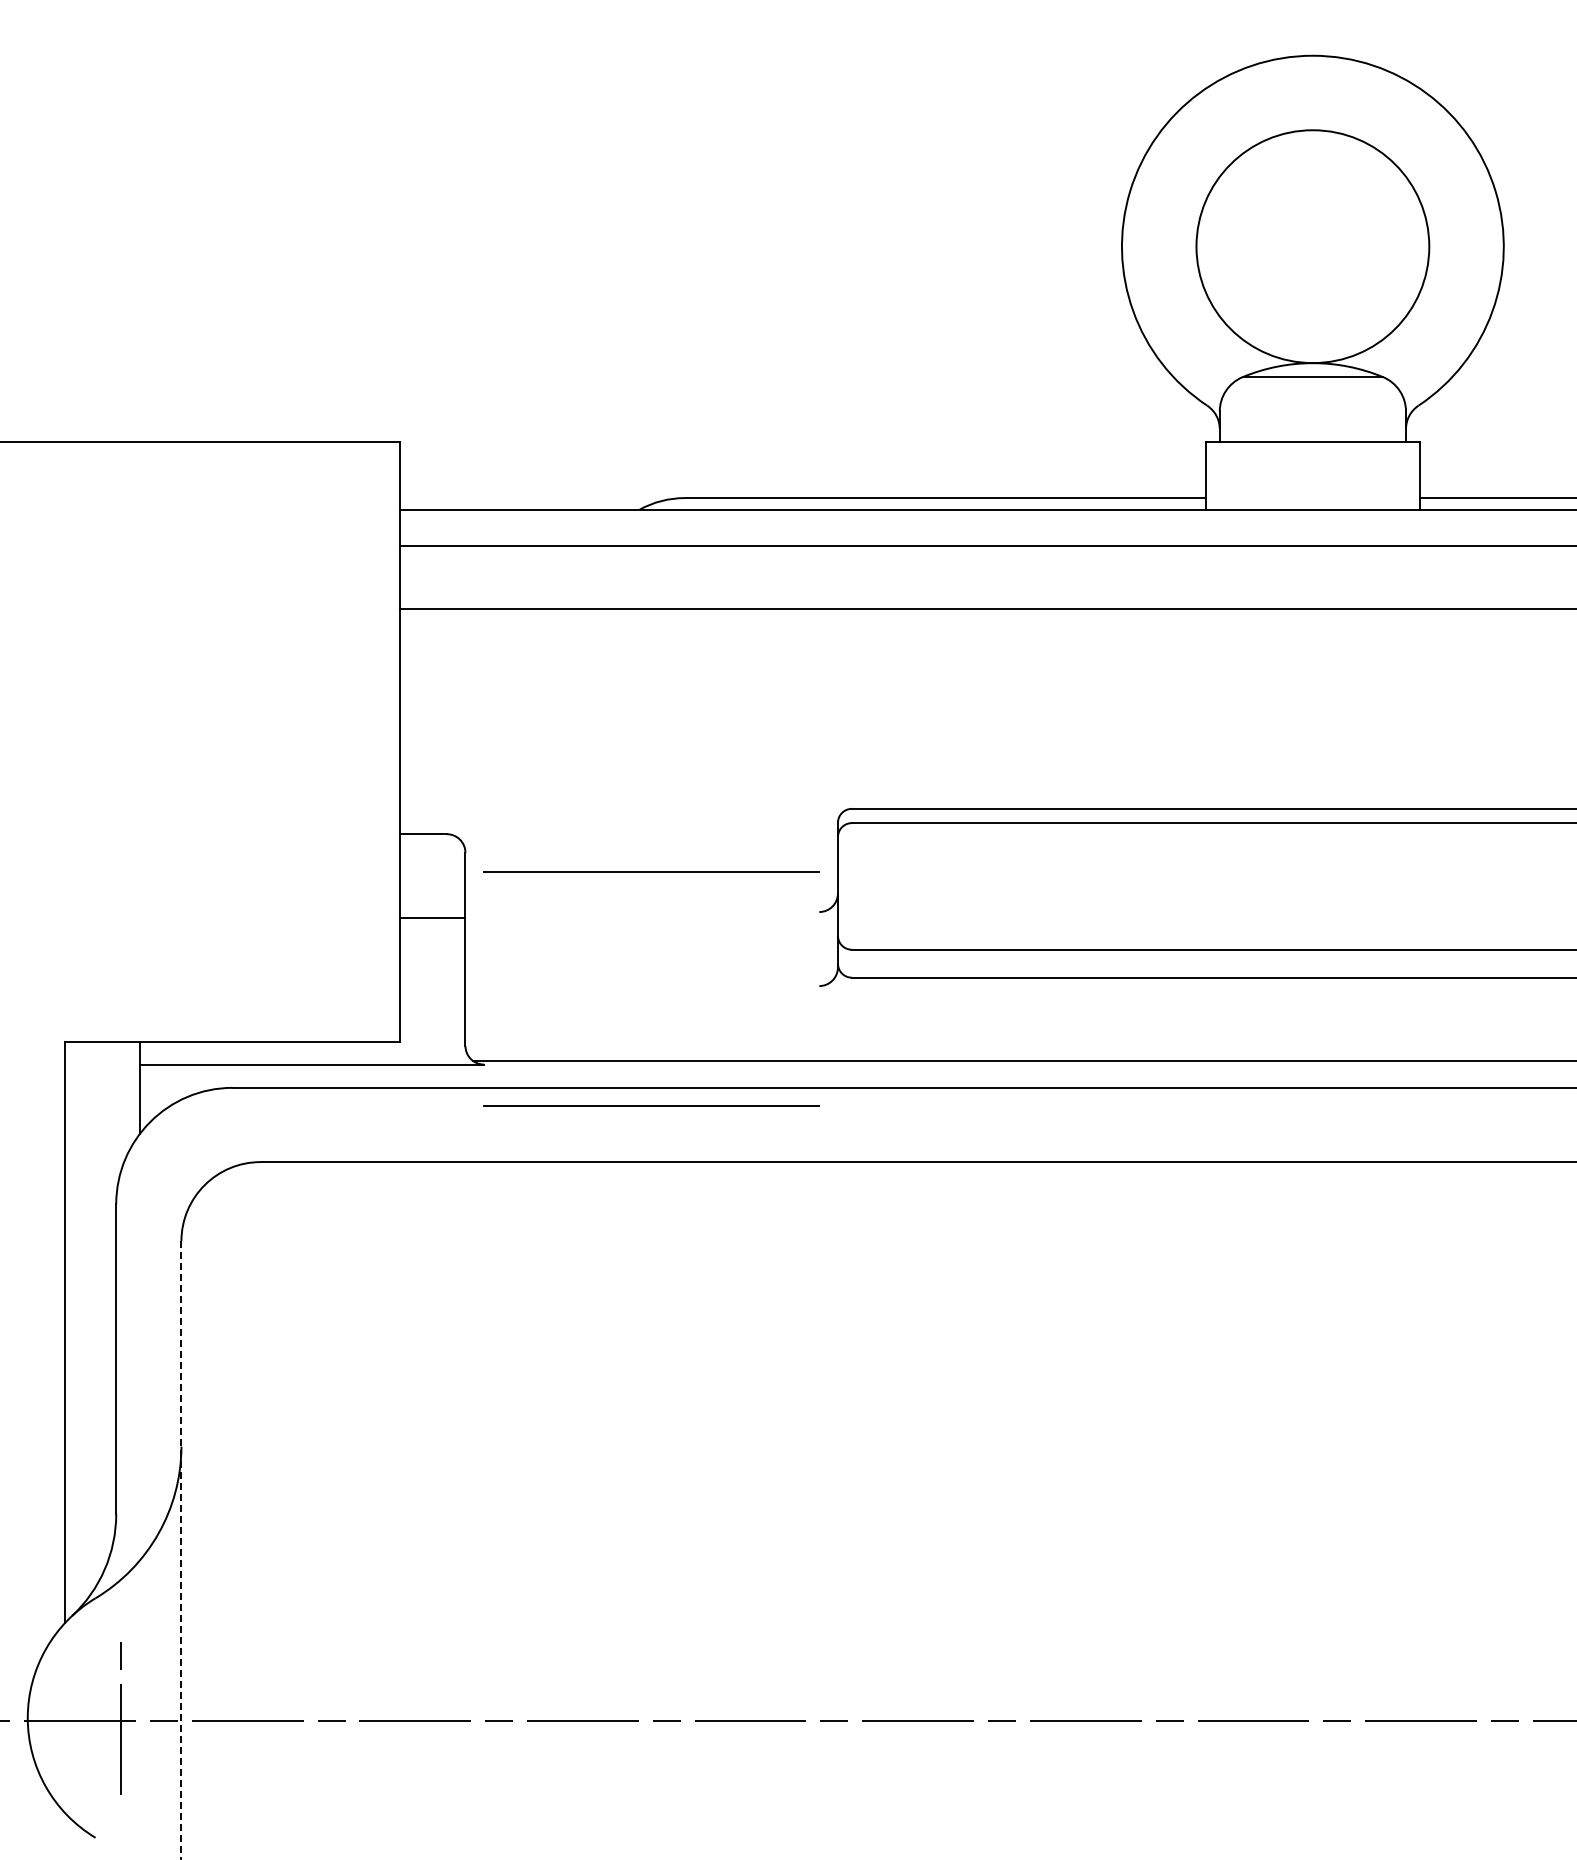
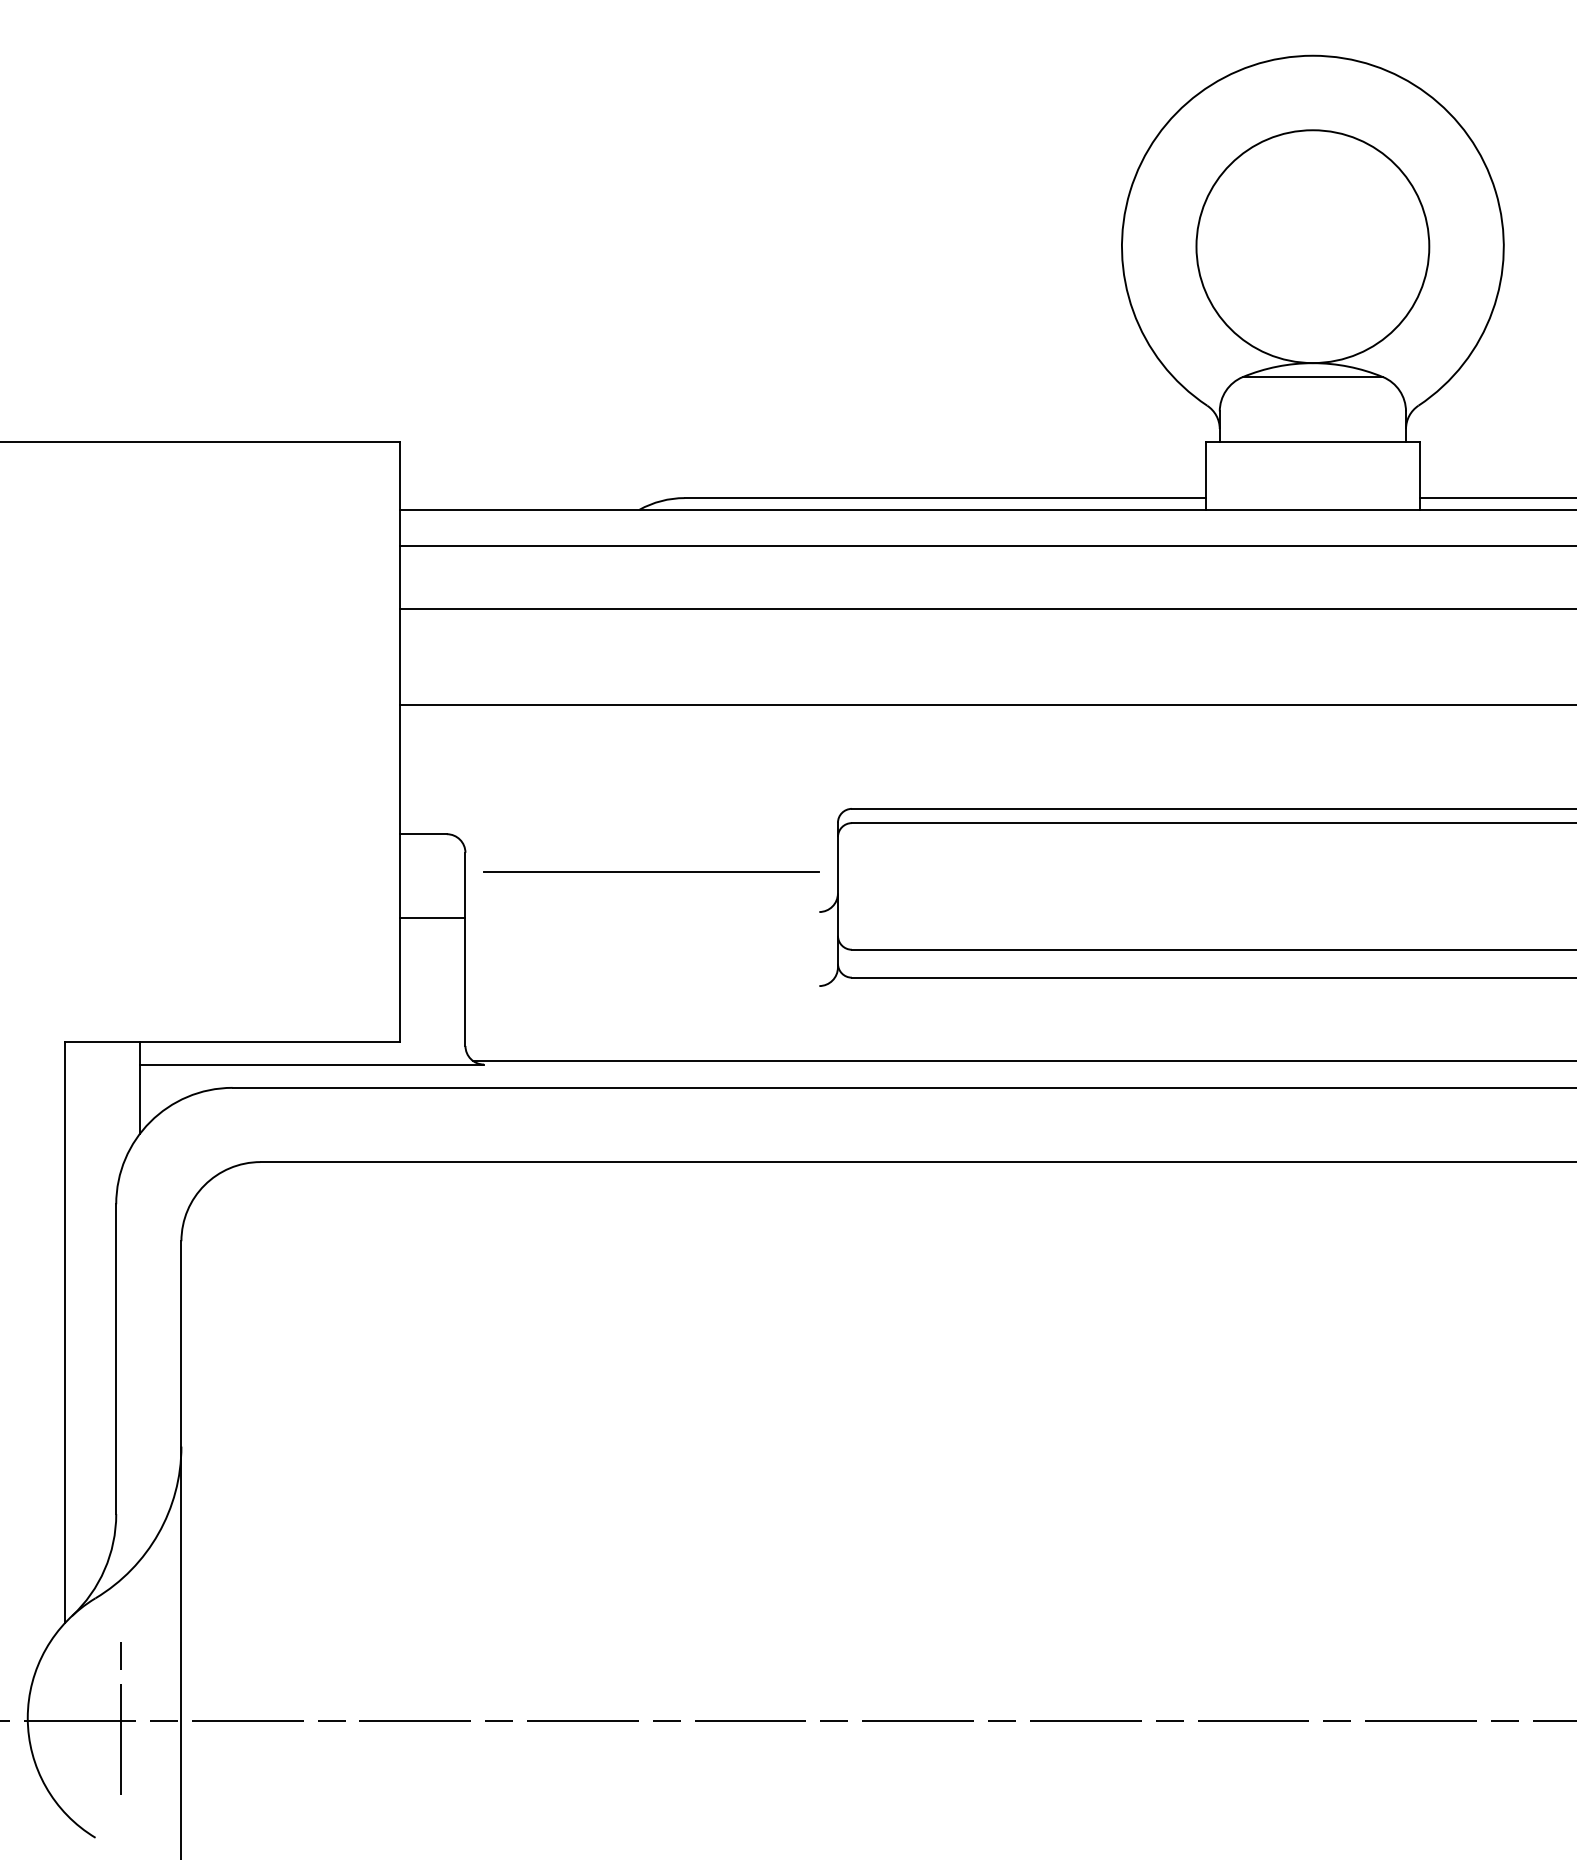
line at (986, 705): none -> present
line at (651, 1105): present -> none
line at (181, 1550): dashed -> solid
